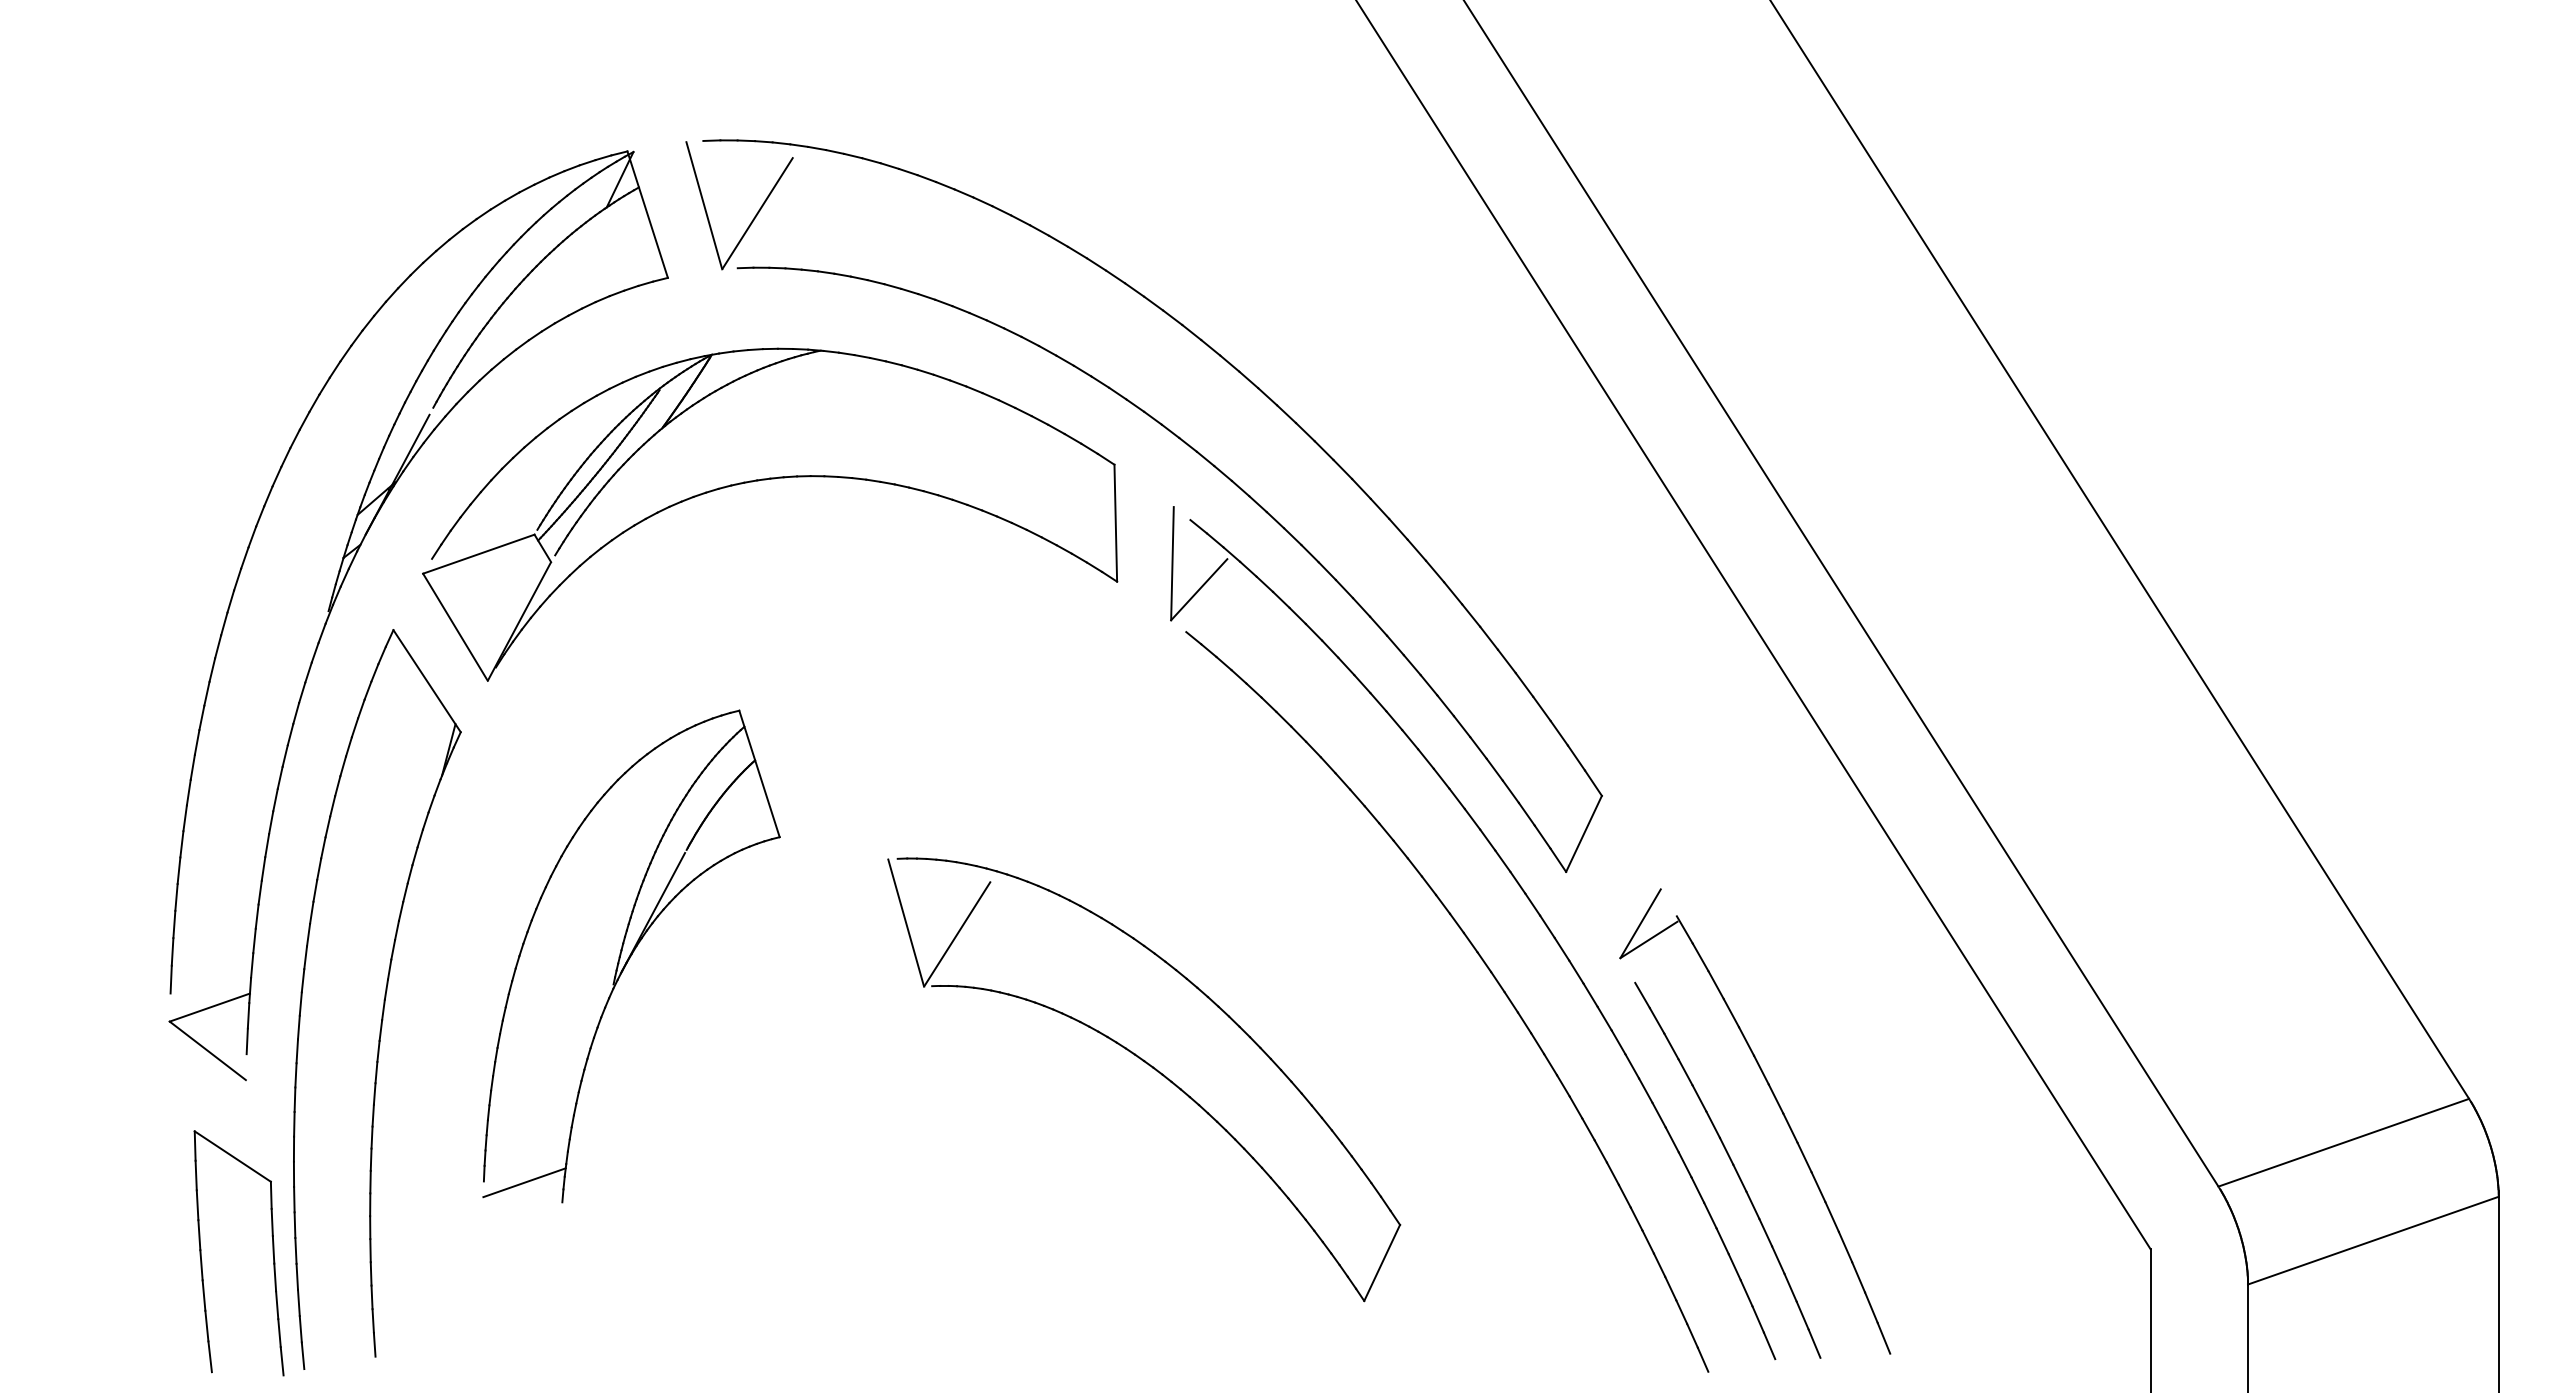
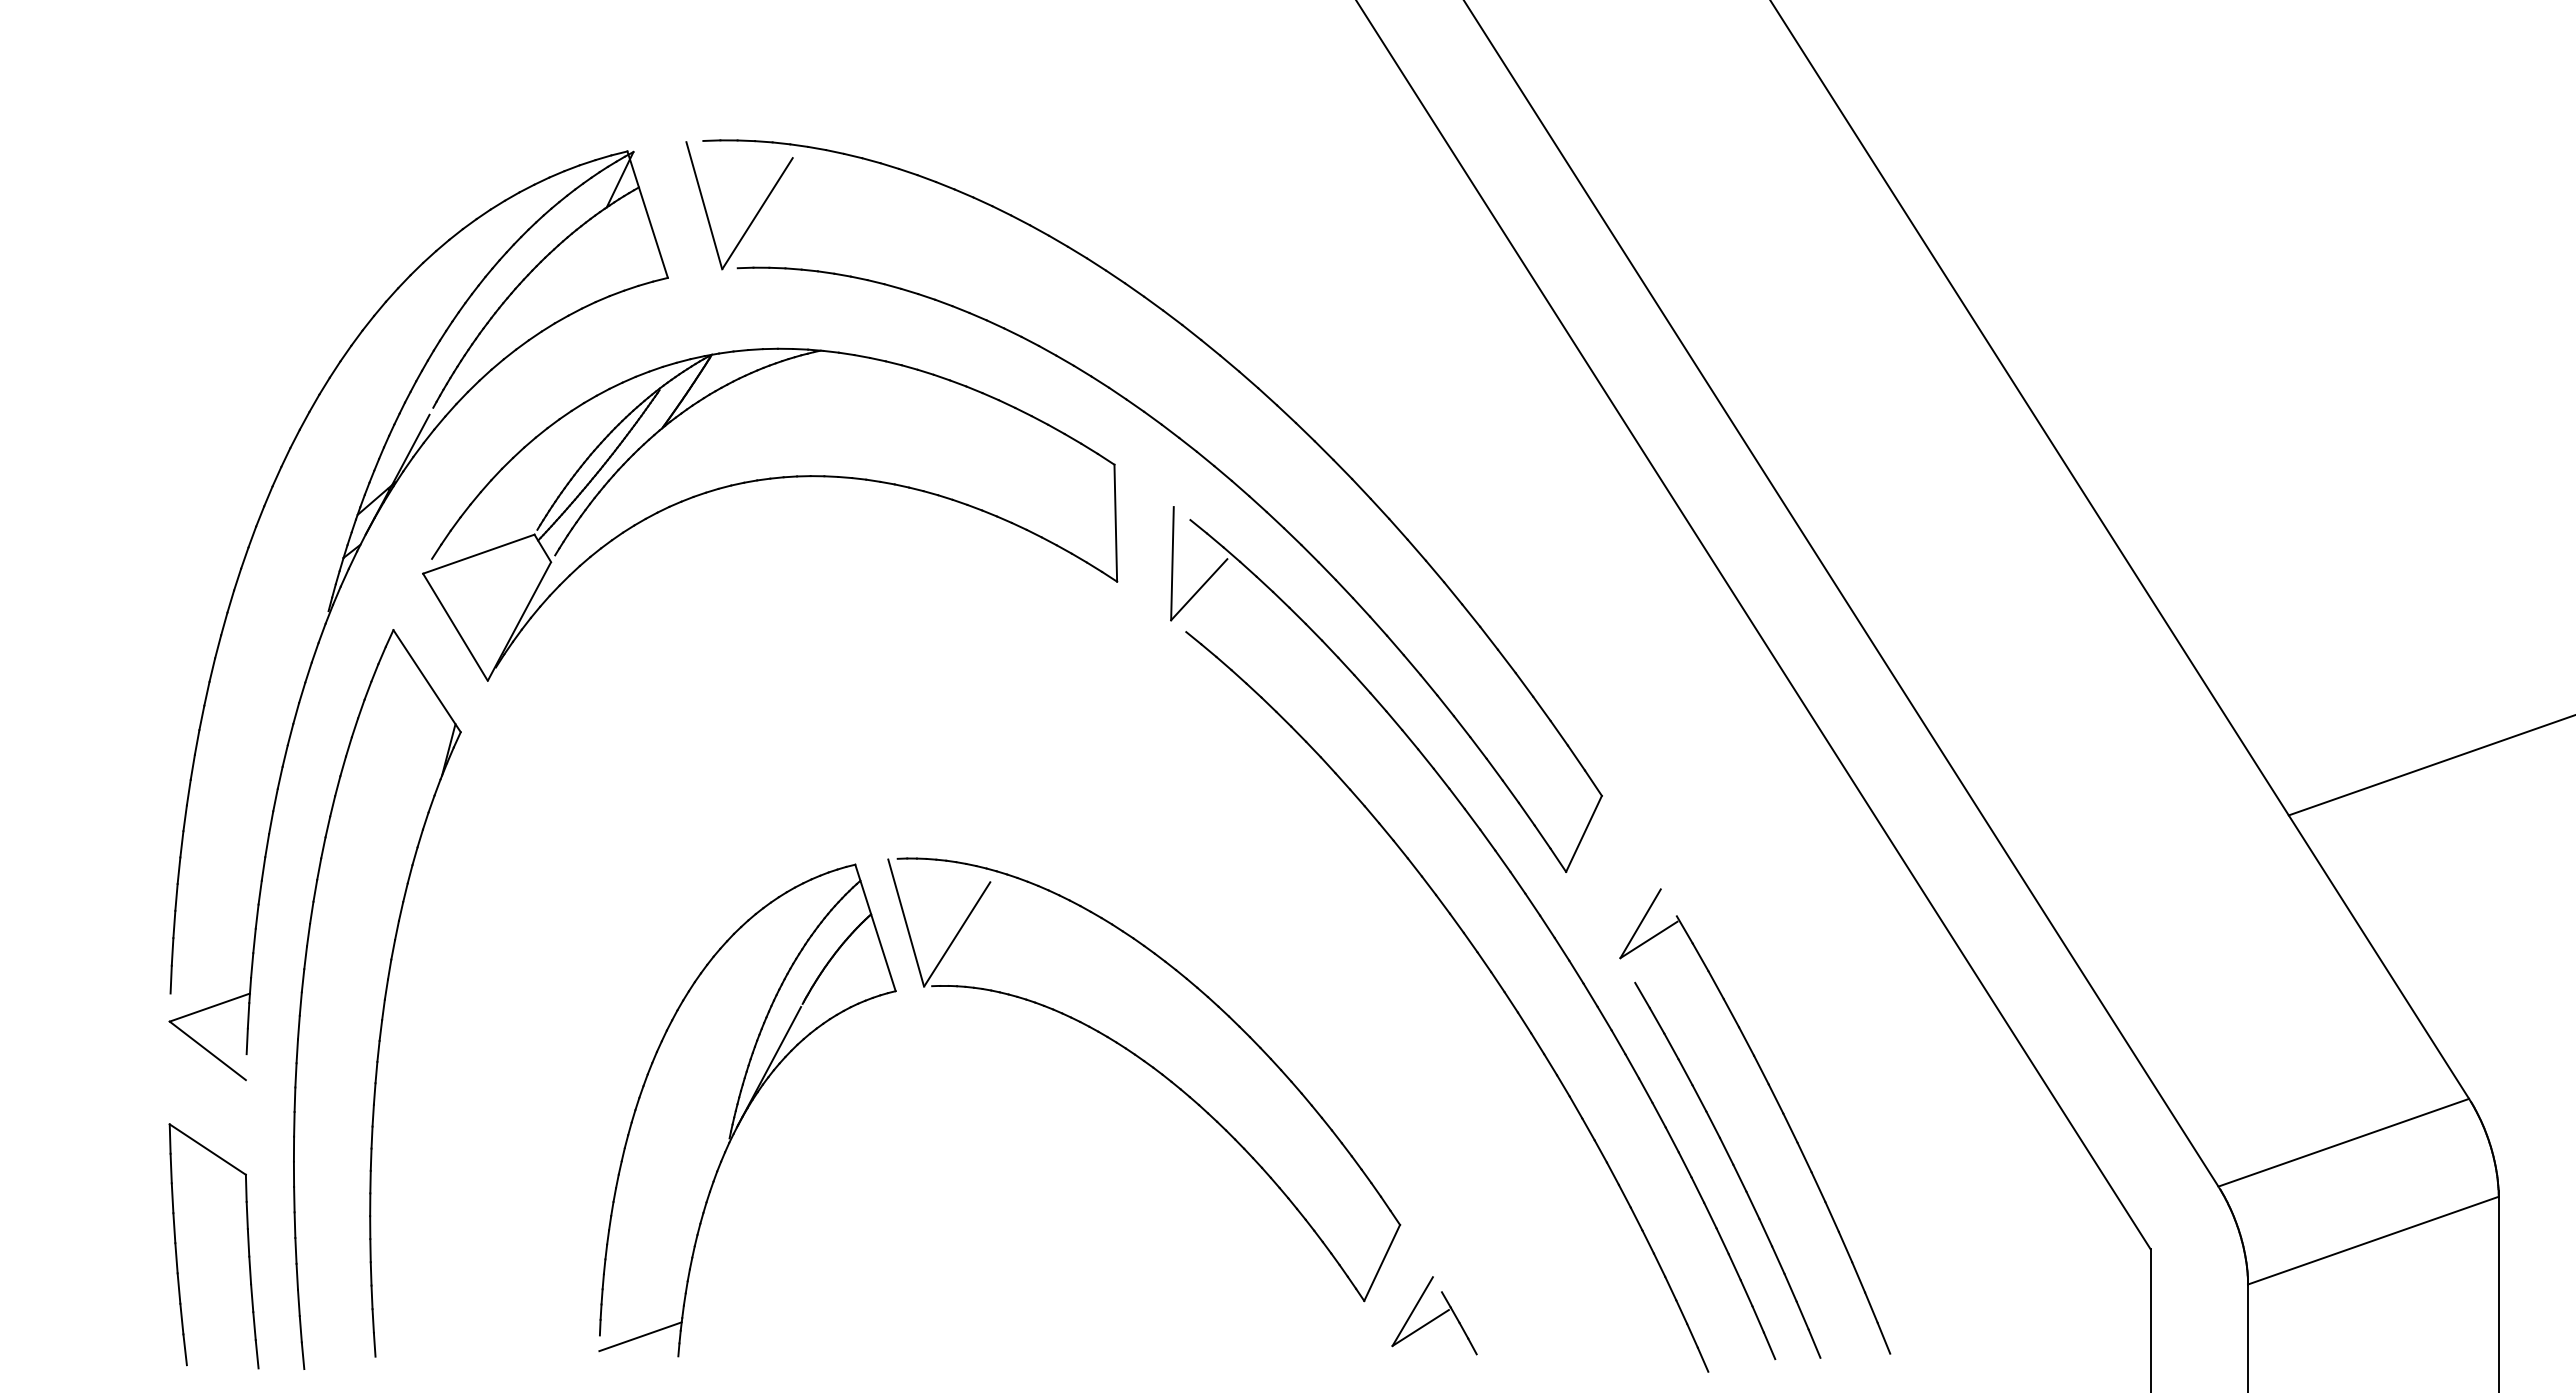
line at (2430, 765): none -> present
part at (631, 956) position: (631, 956) -> (747, 1110)
part at (272, 1253) position: (272, 1253) -> (247, 1246)
part at (1434, 1315): none -> present
